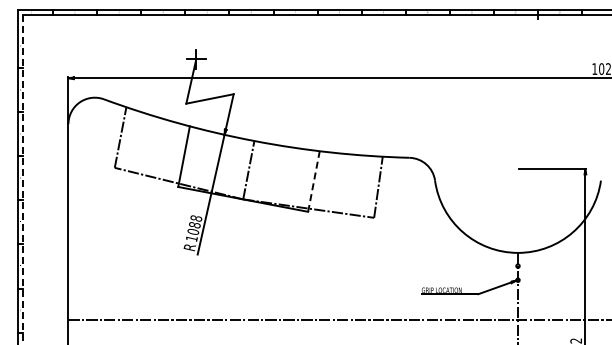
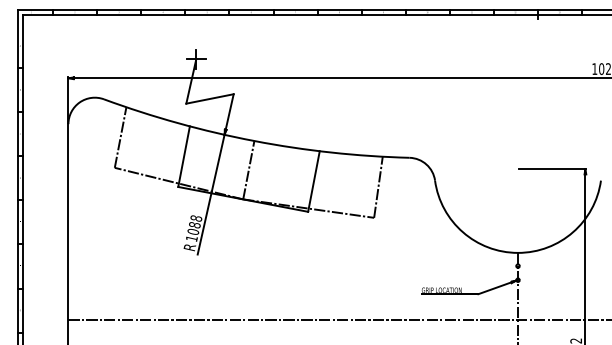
line at (22, 179): dashed -> solid
line at (313, 181): dashed -> solid
